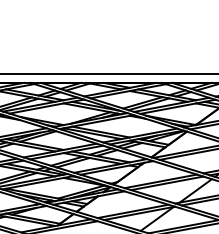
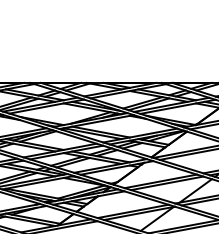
line at (108, 73): present -> none
